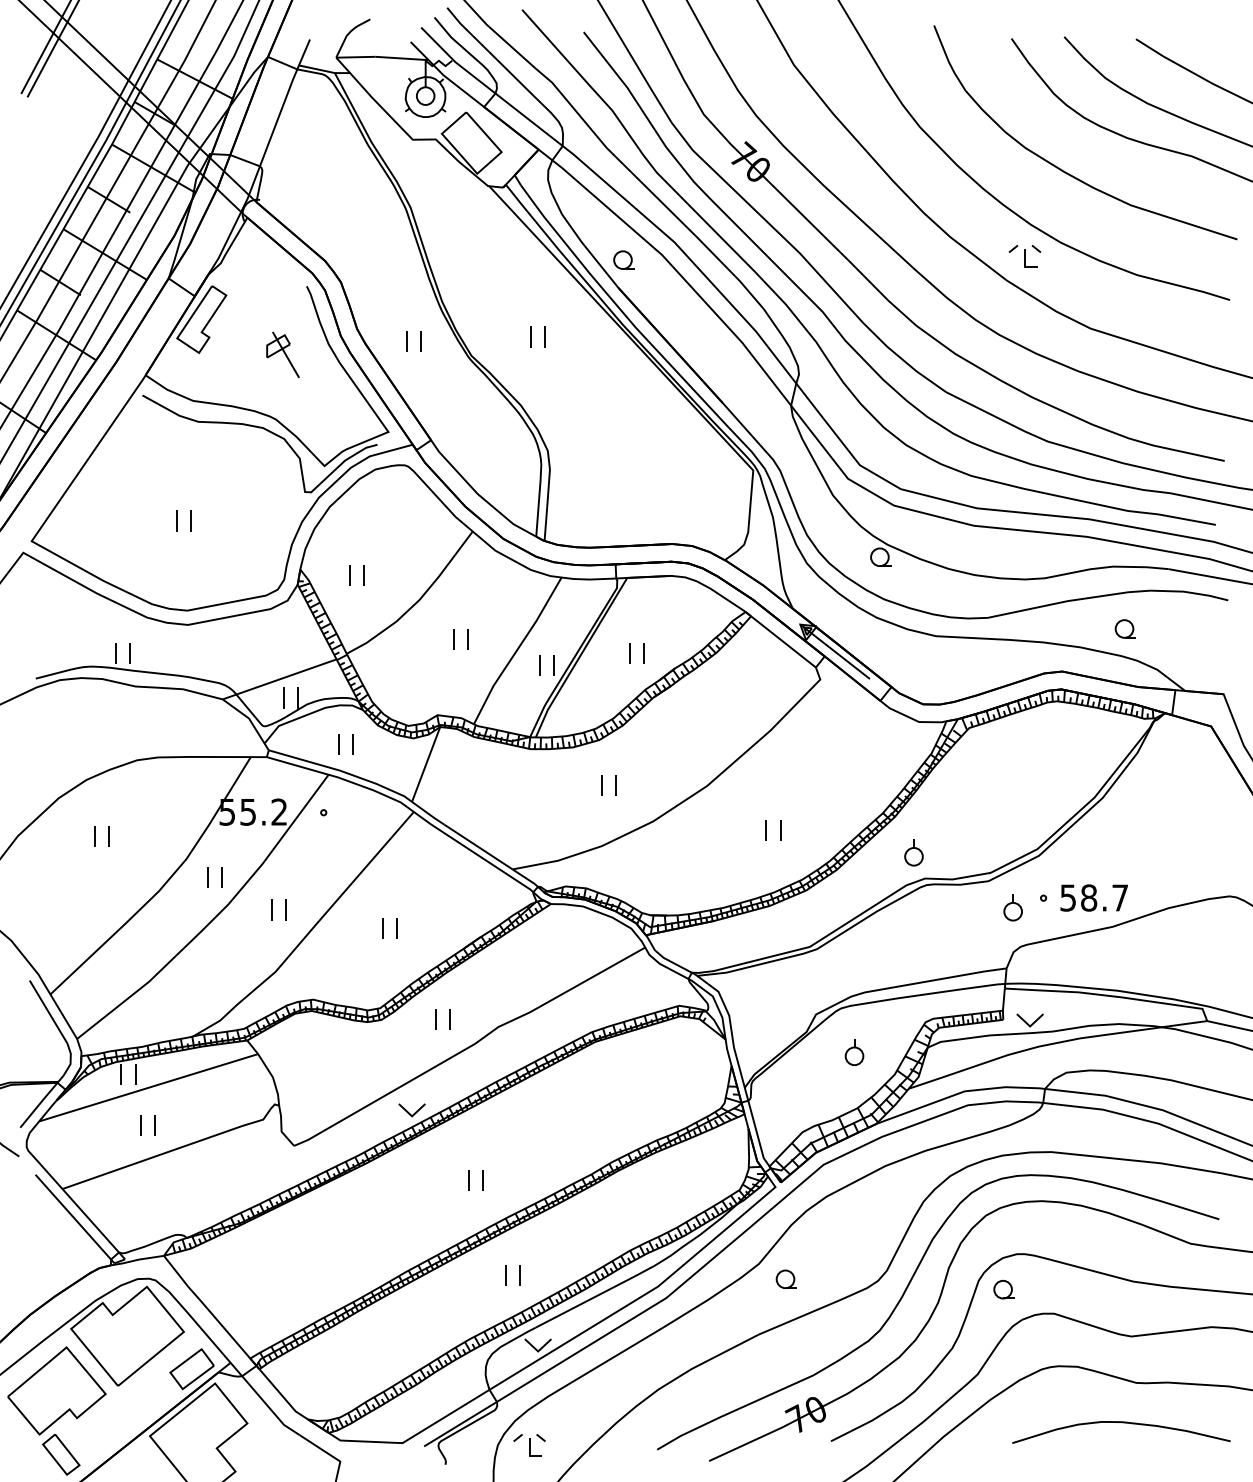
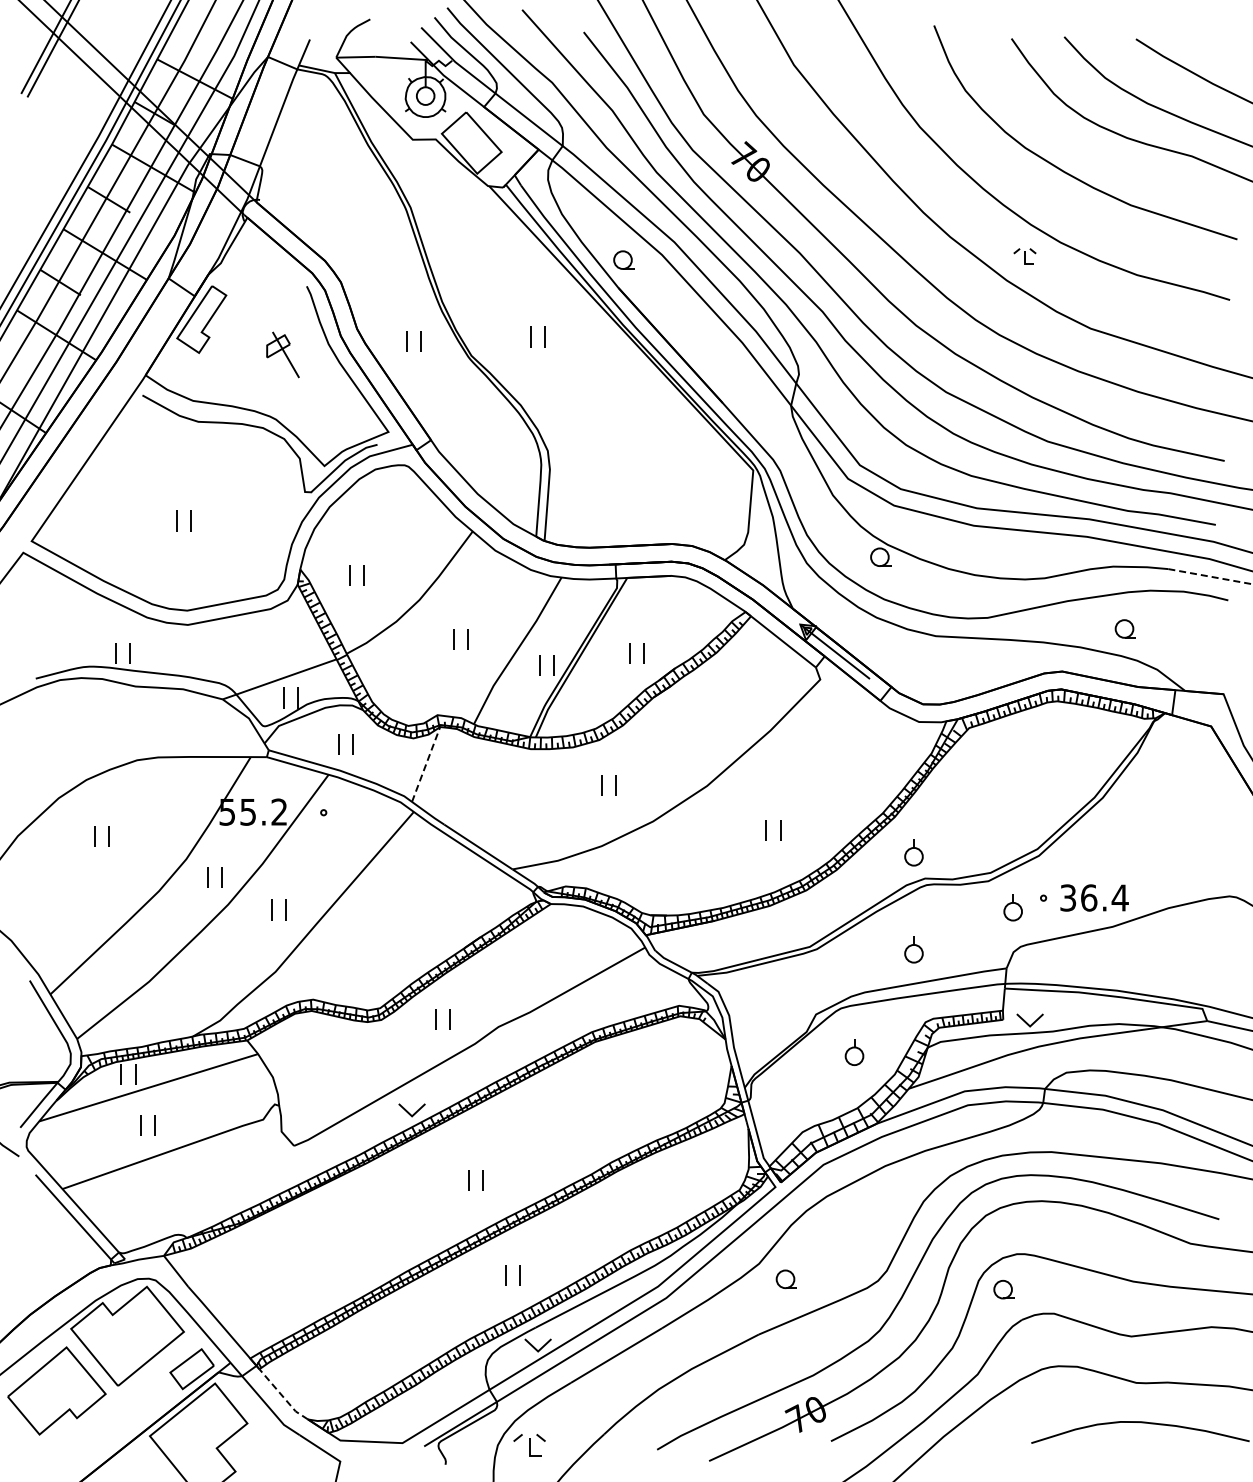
part at (1024, 256) size: 34x23 px -> 24x17 px
line at (1210, 576): solid -> dashed
line at (426, 764): solid -> dashed
text at (1094, 897): 58.7 -> 36.4
part at (389, 928): present -> none
part at (913, 949): none -> present
line at (282, 1396): solid -> dashed
curve at (1122, 1423) position: (1122, 1423) -> (1141, 1423)
part at (61, 1454): present -> none
